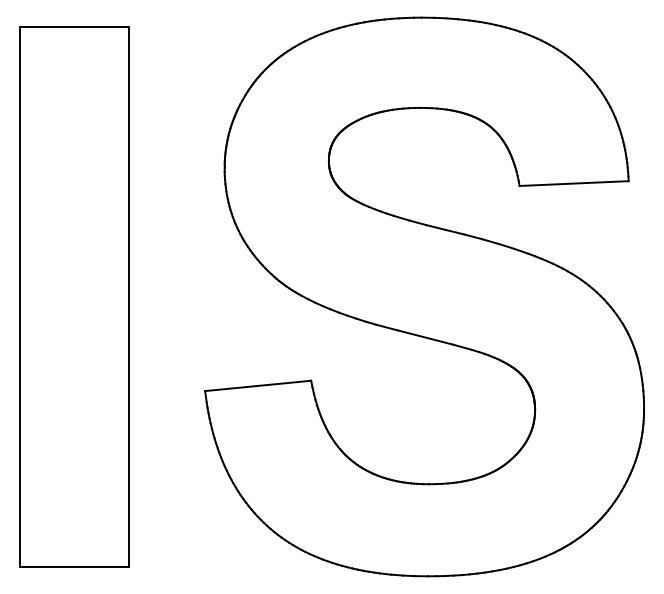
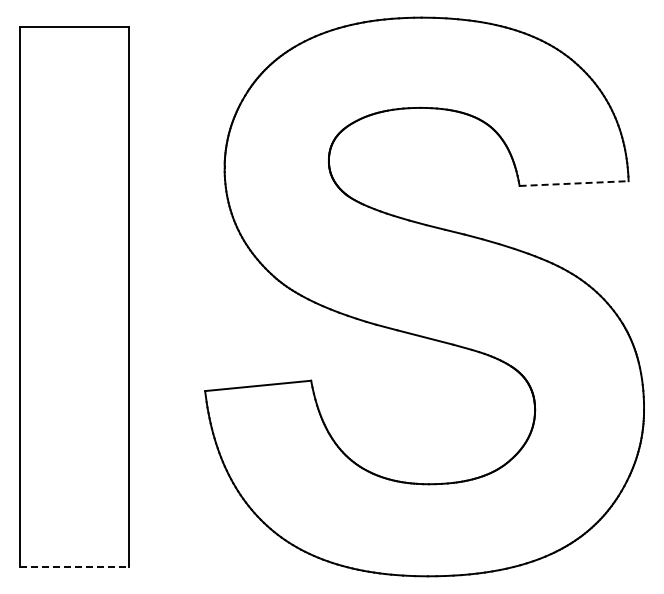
line at (574, 183): solid -> dashed
line at (74, 566): solid -> dashed
